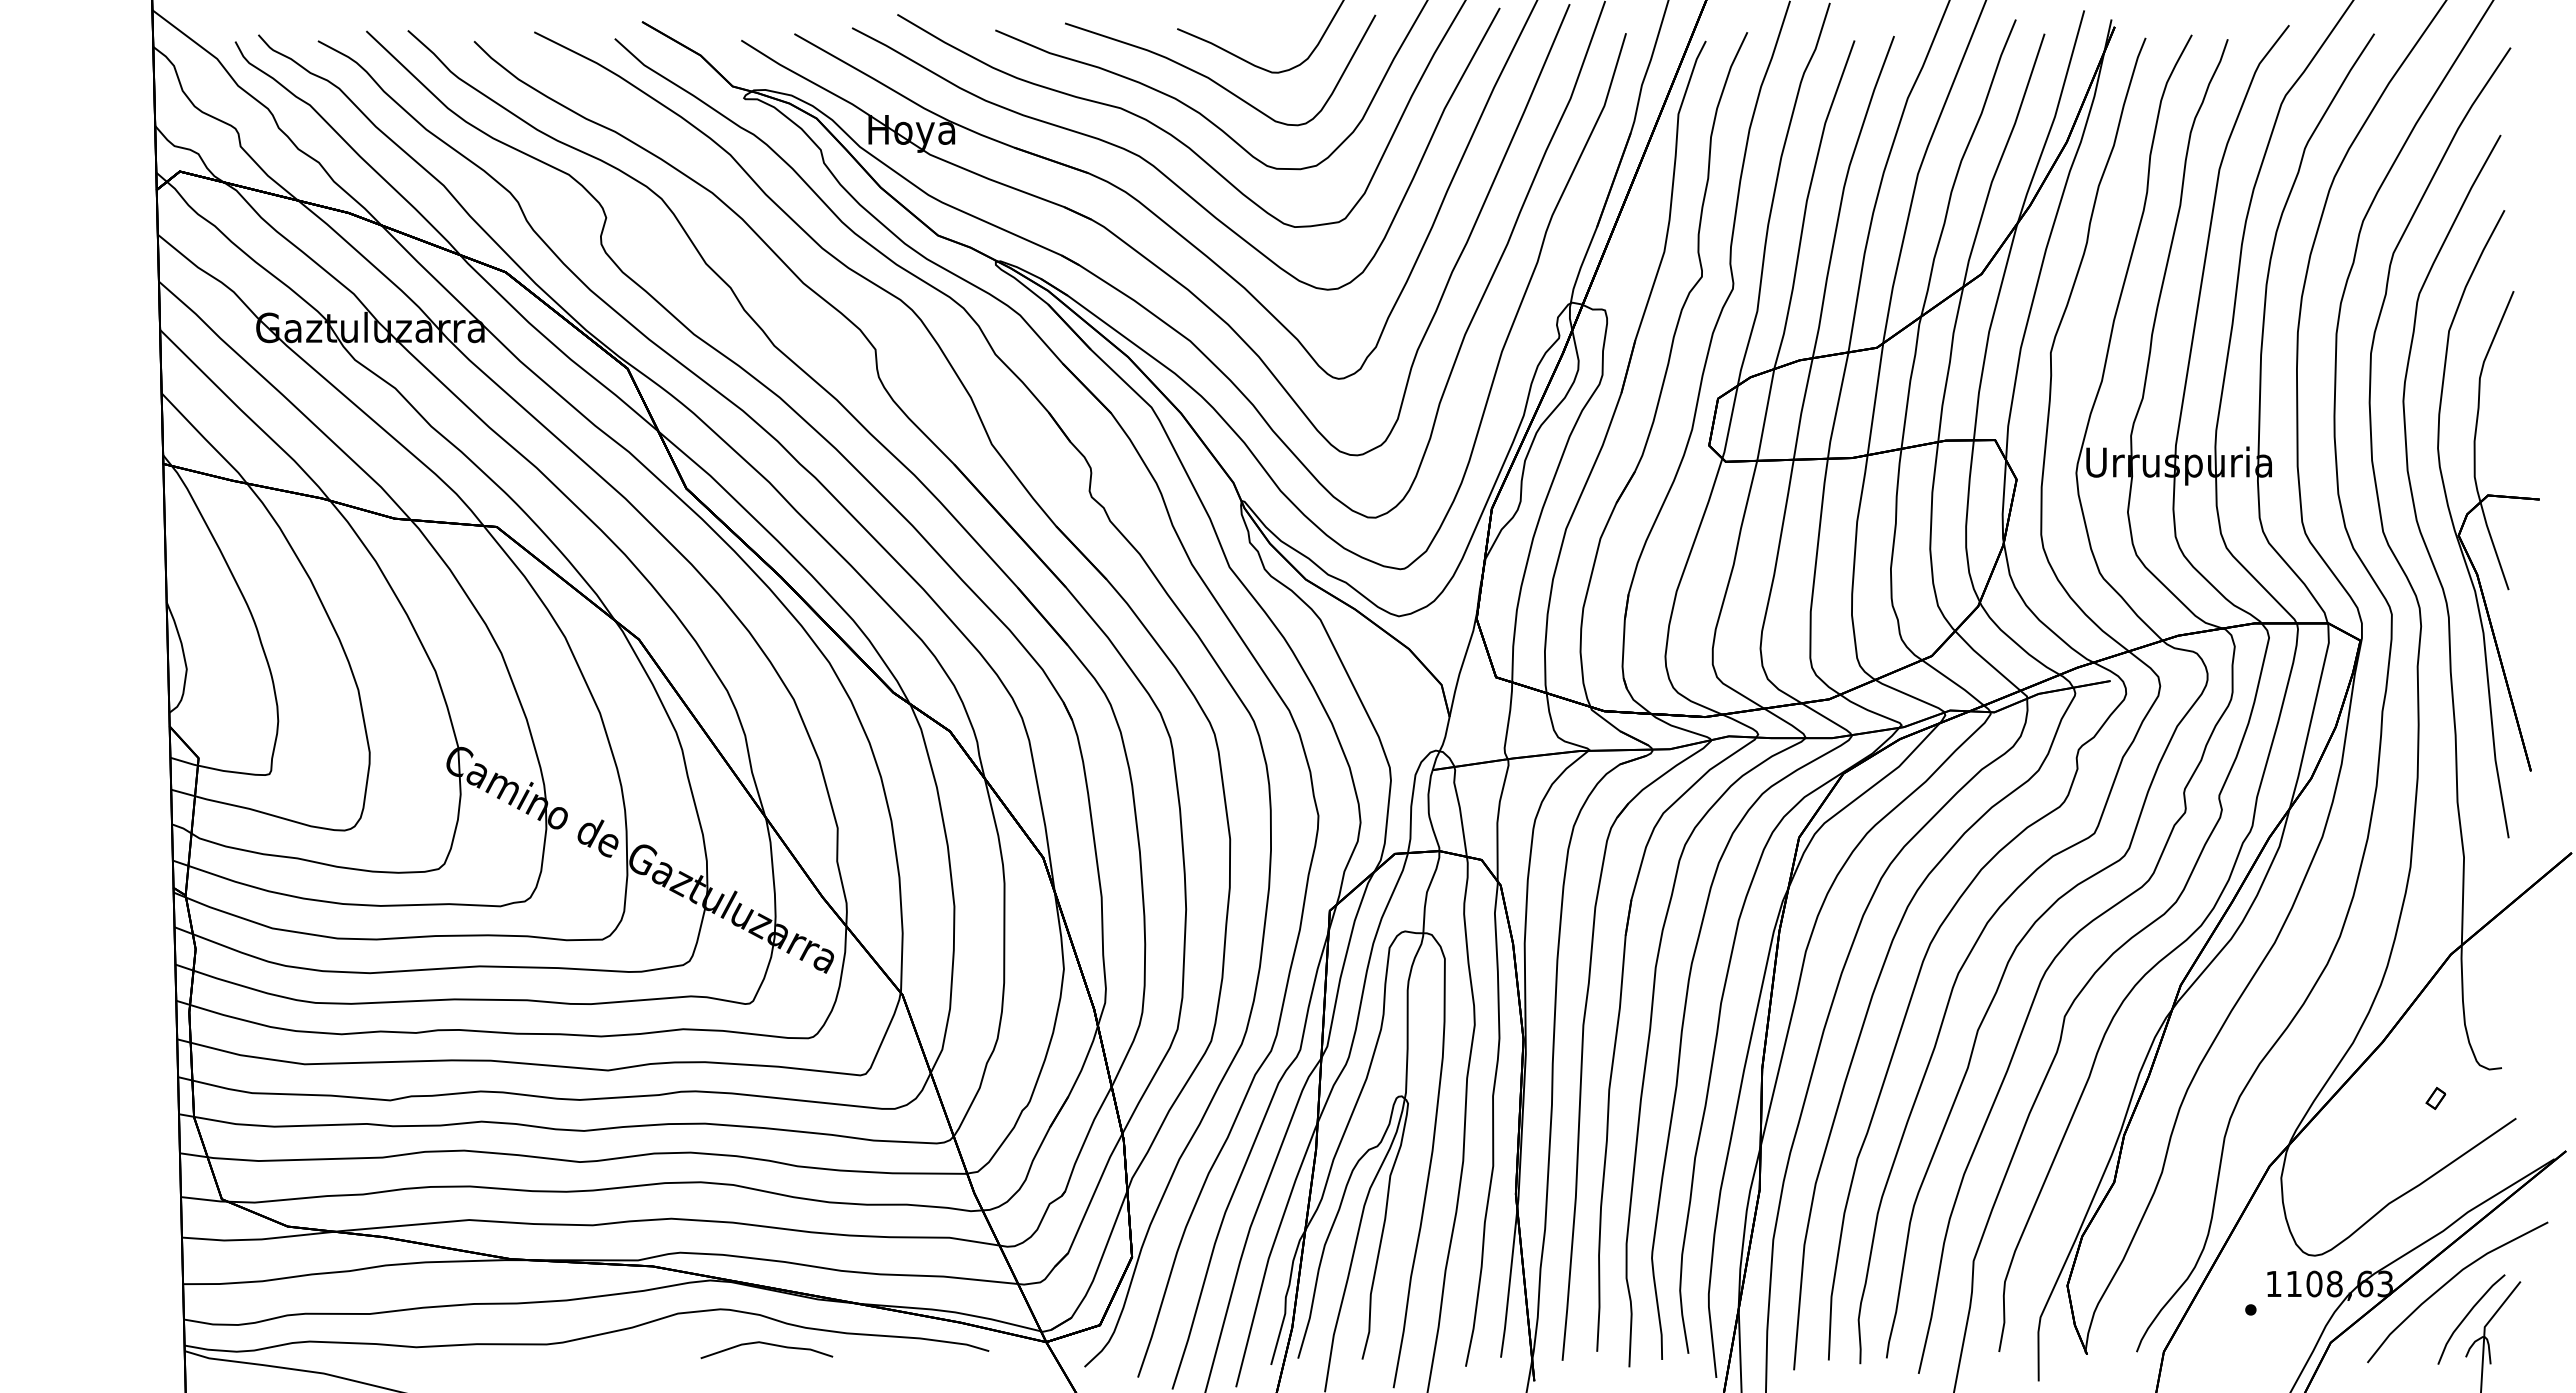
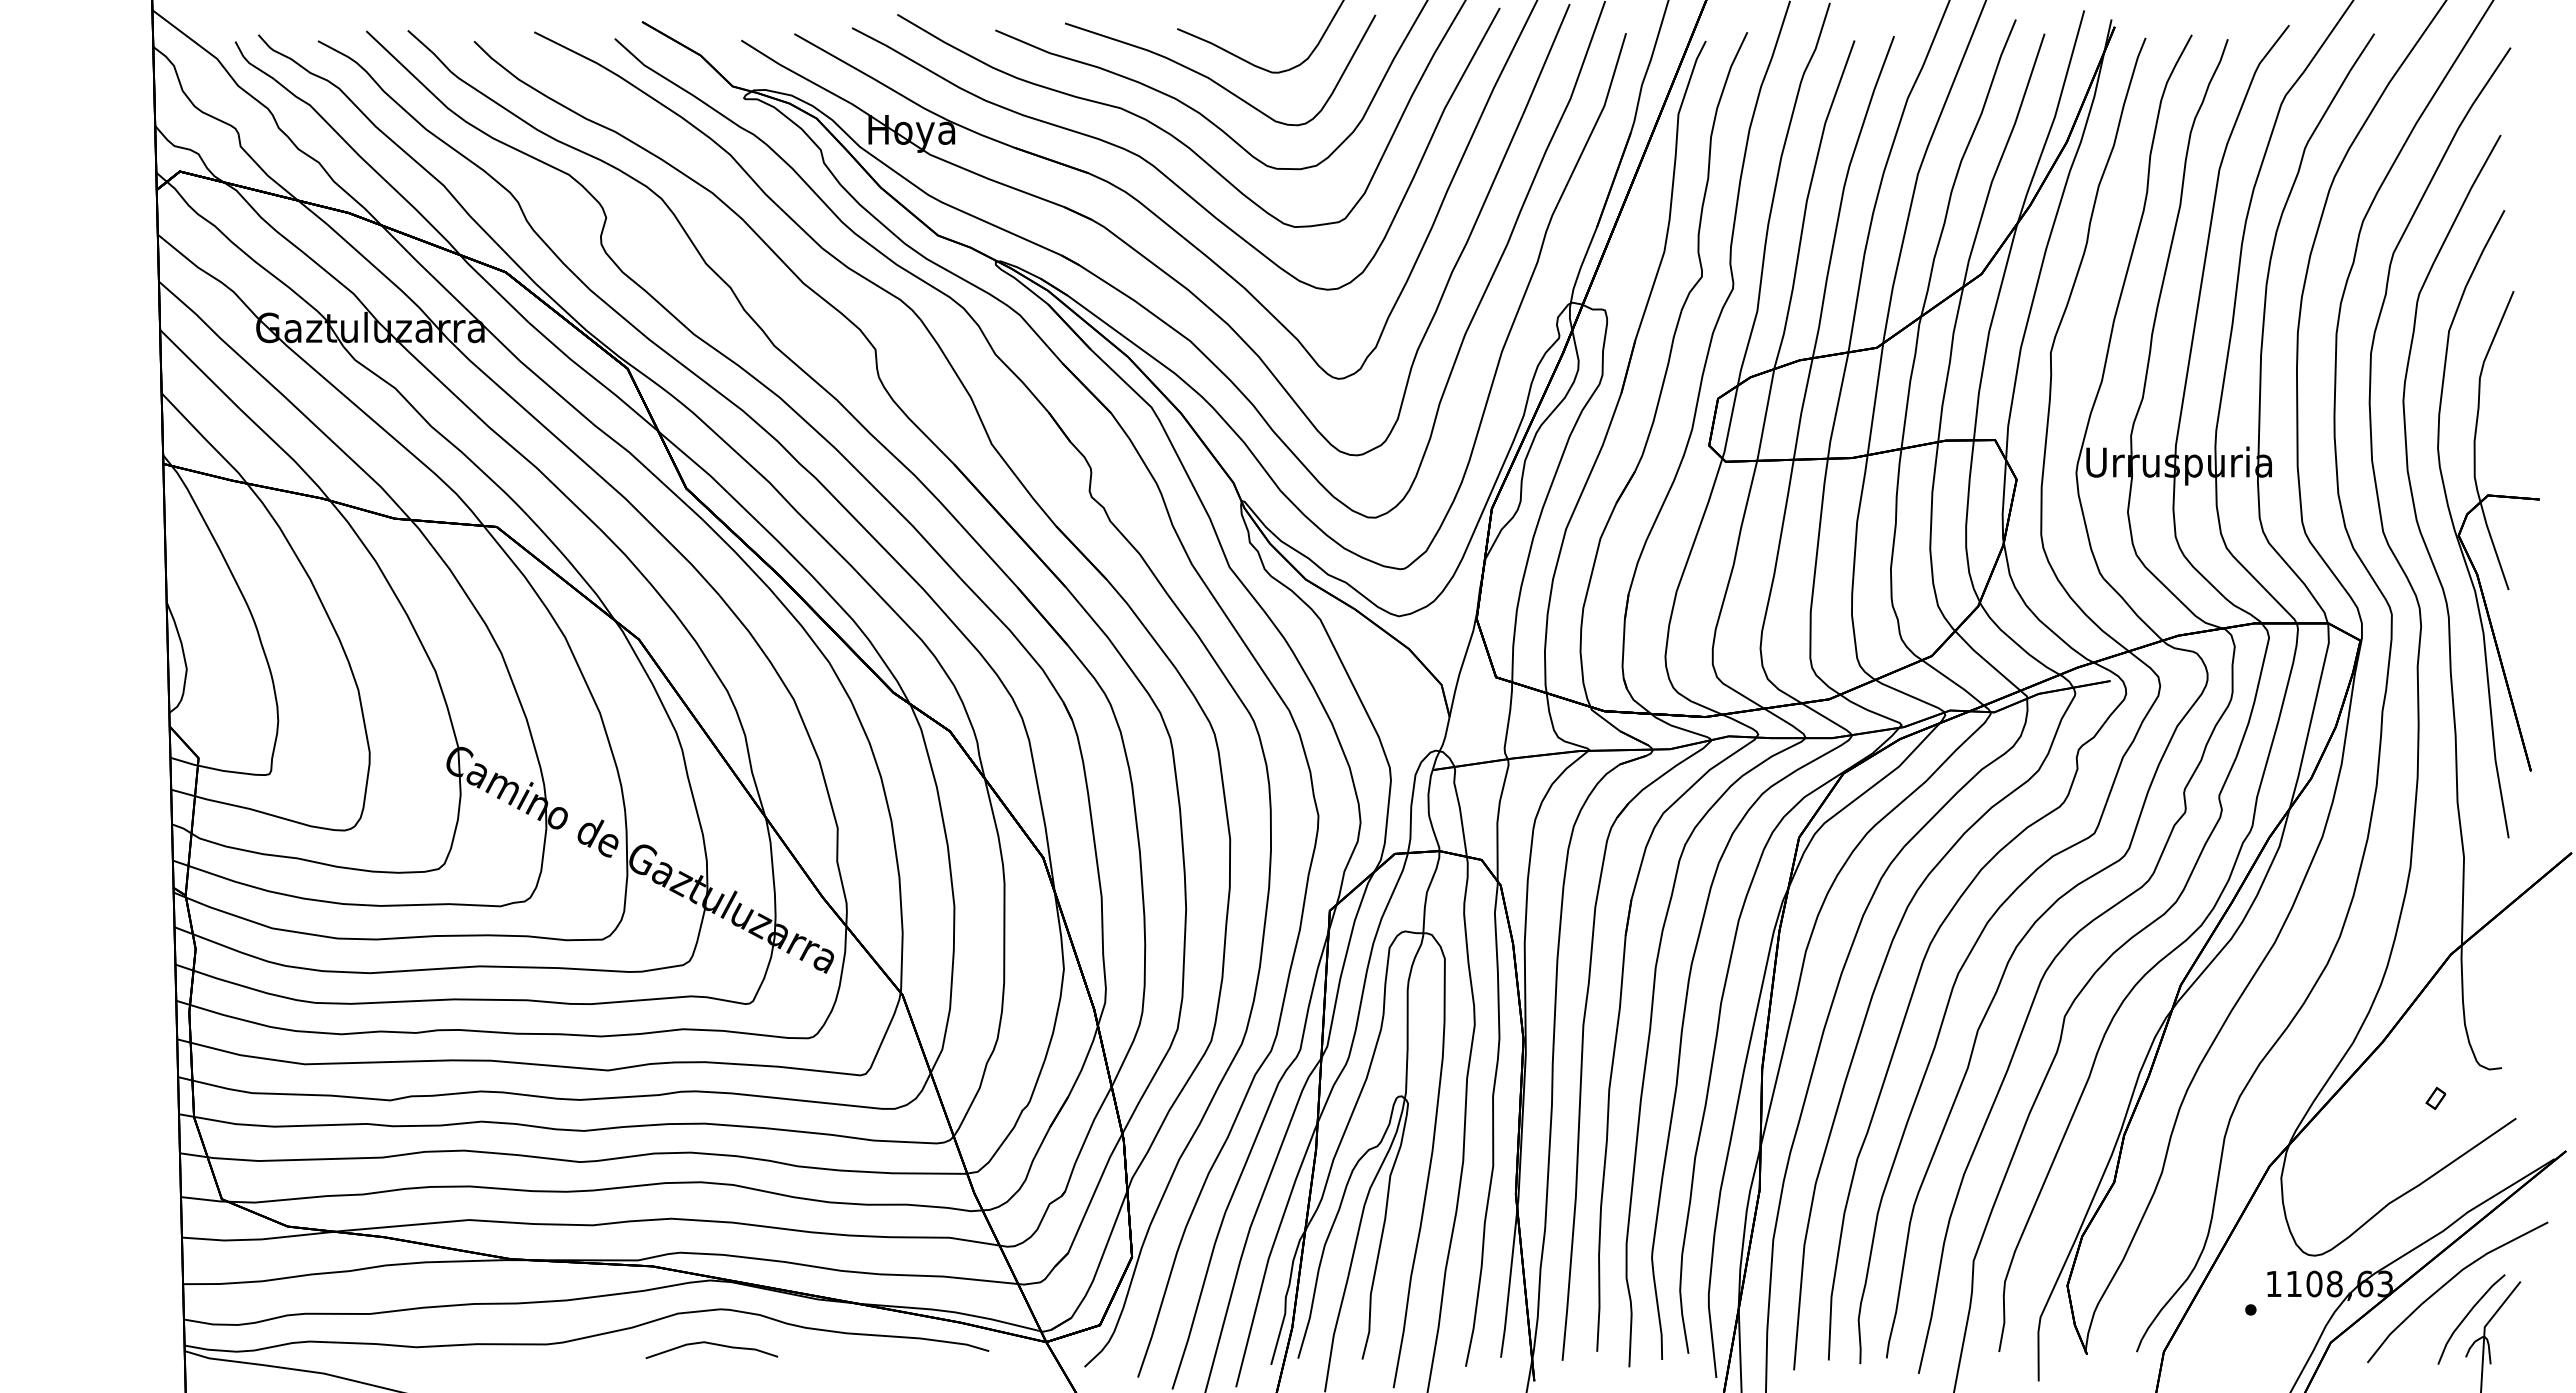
curve at (766, 1344) position: (766, 1344) -> (711, 1344)
